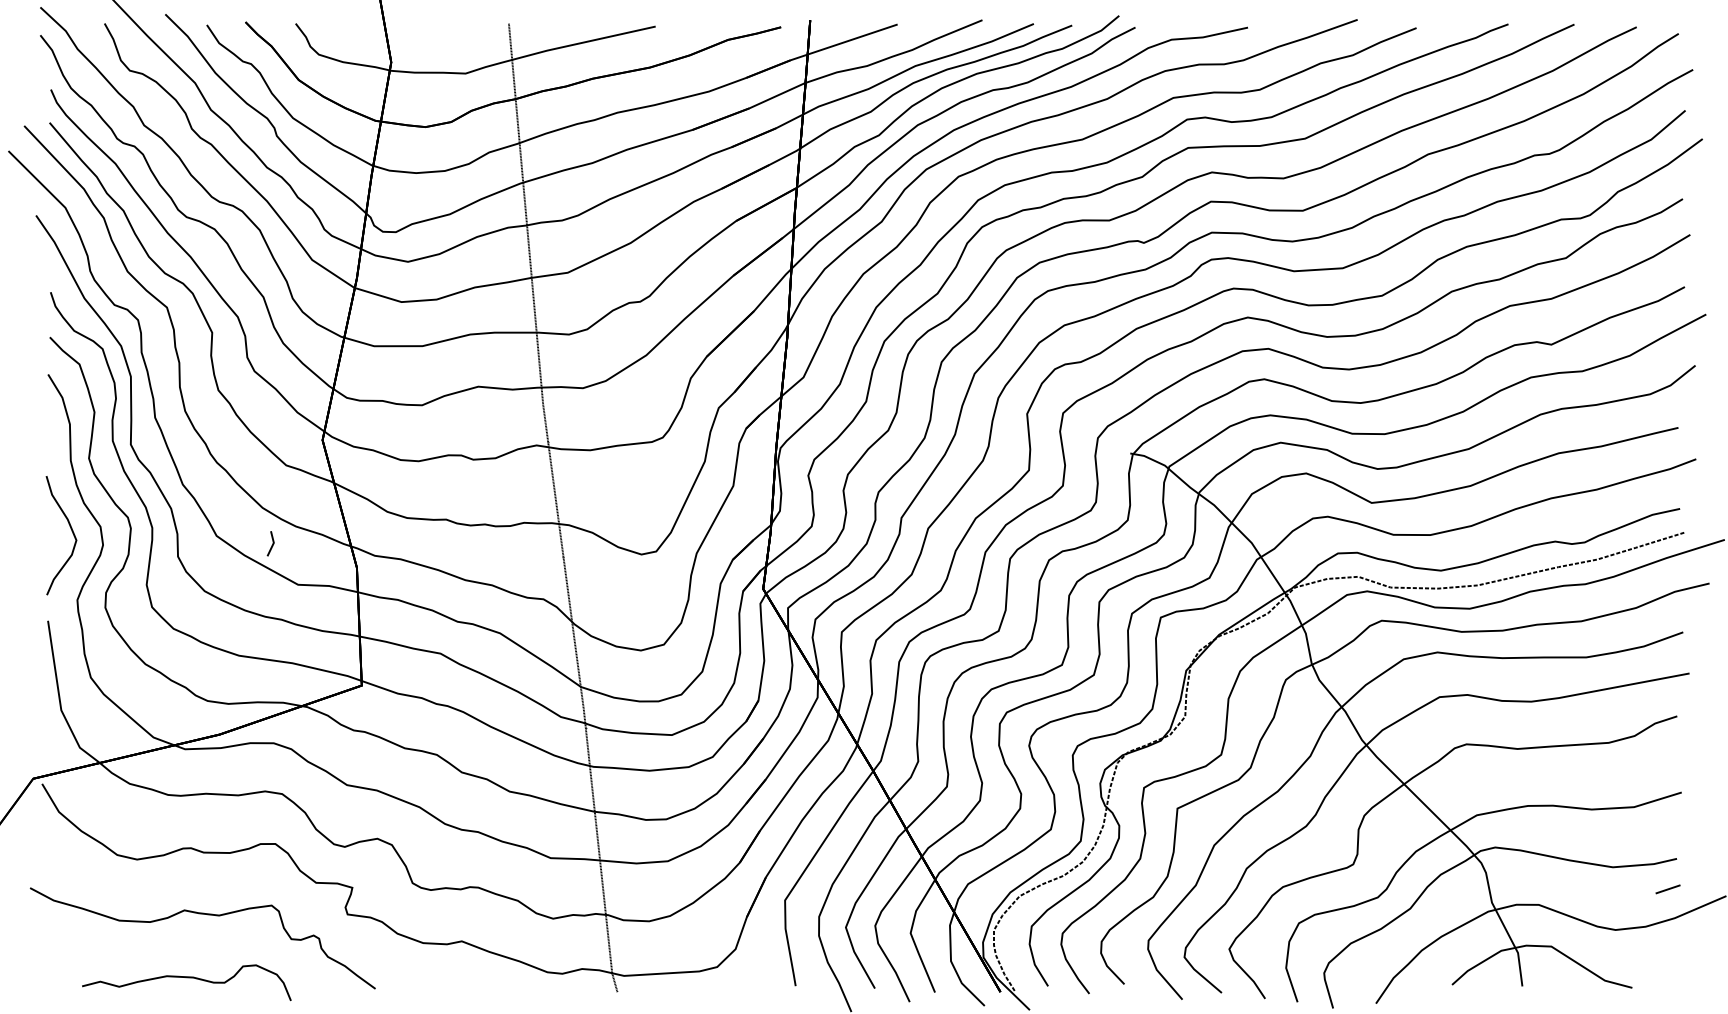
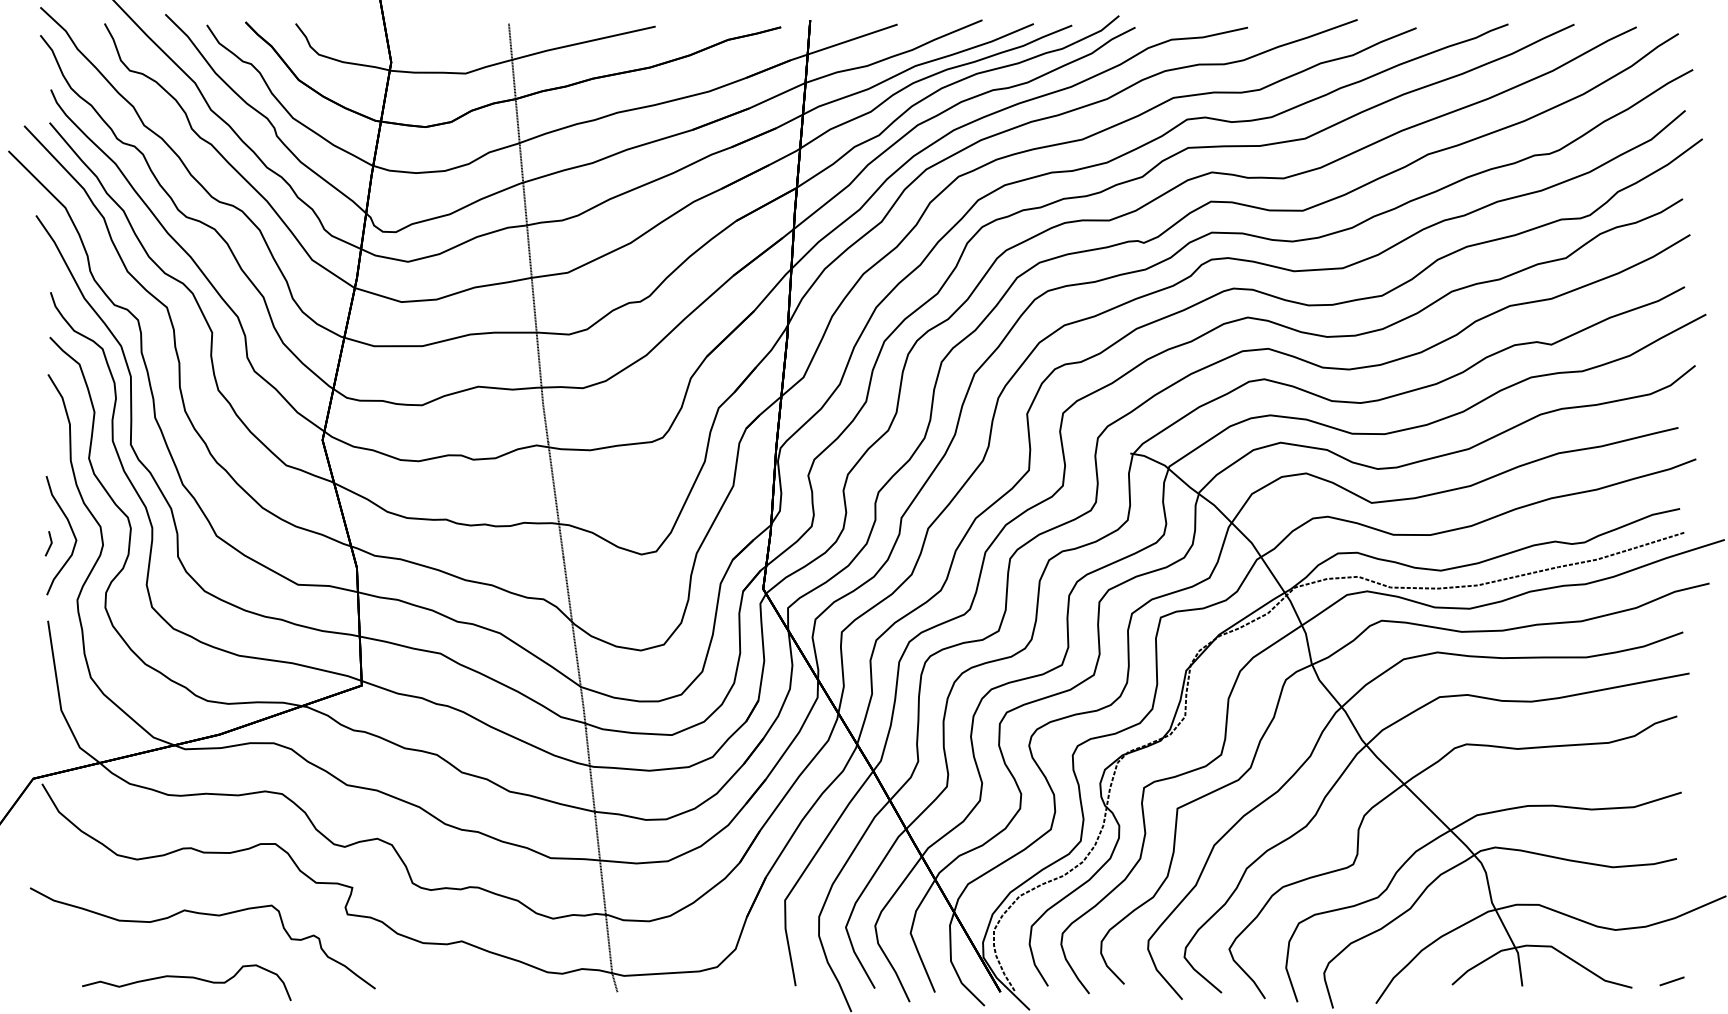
line at (272, 543) position: (272, 543) -> (50, 543)
line at (1667, 889) position: (1667, 889) -> (1671, 981)
